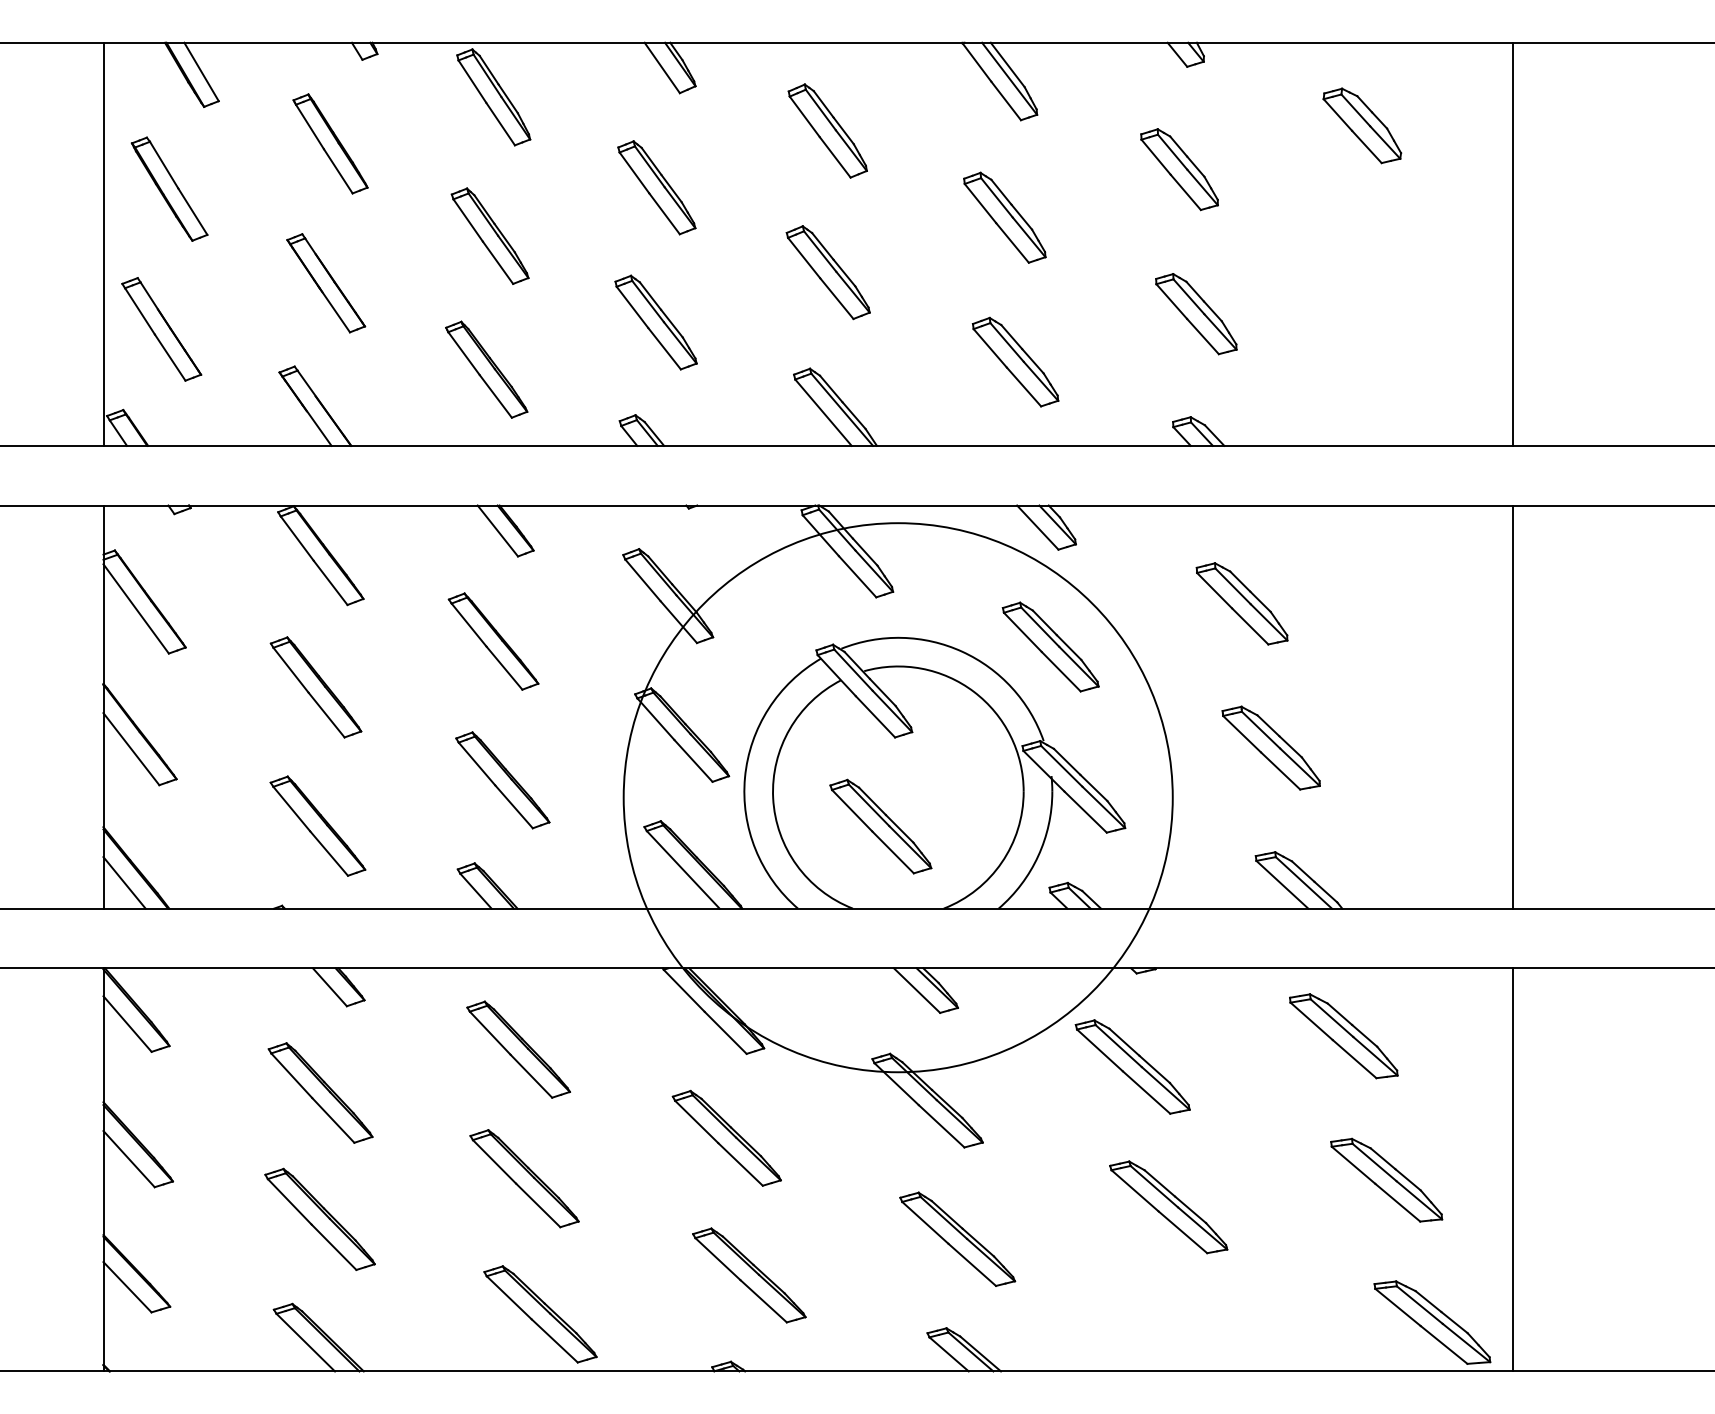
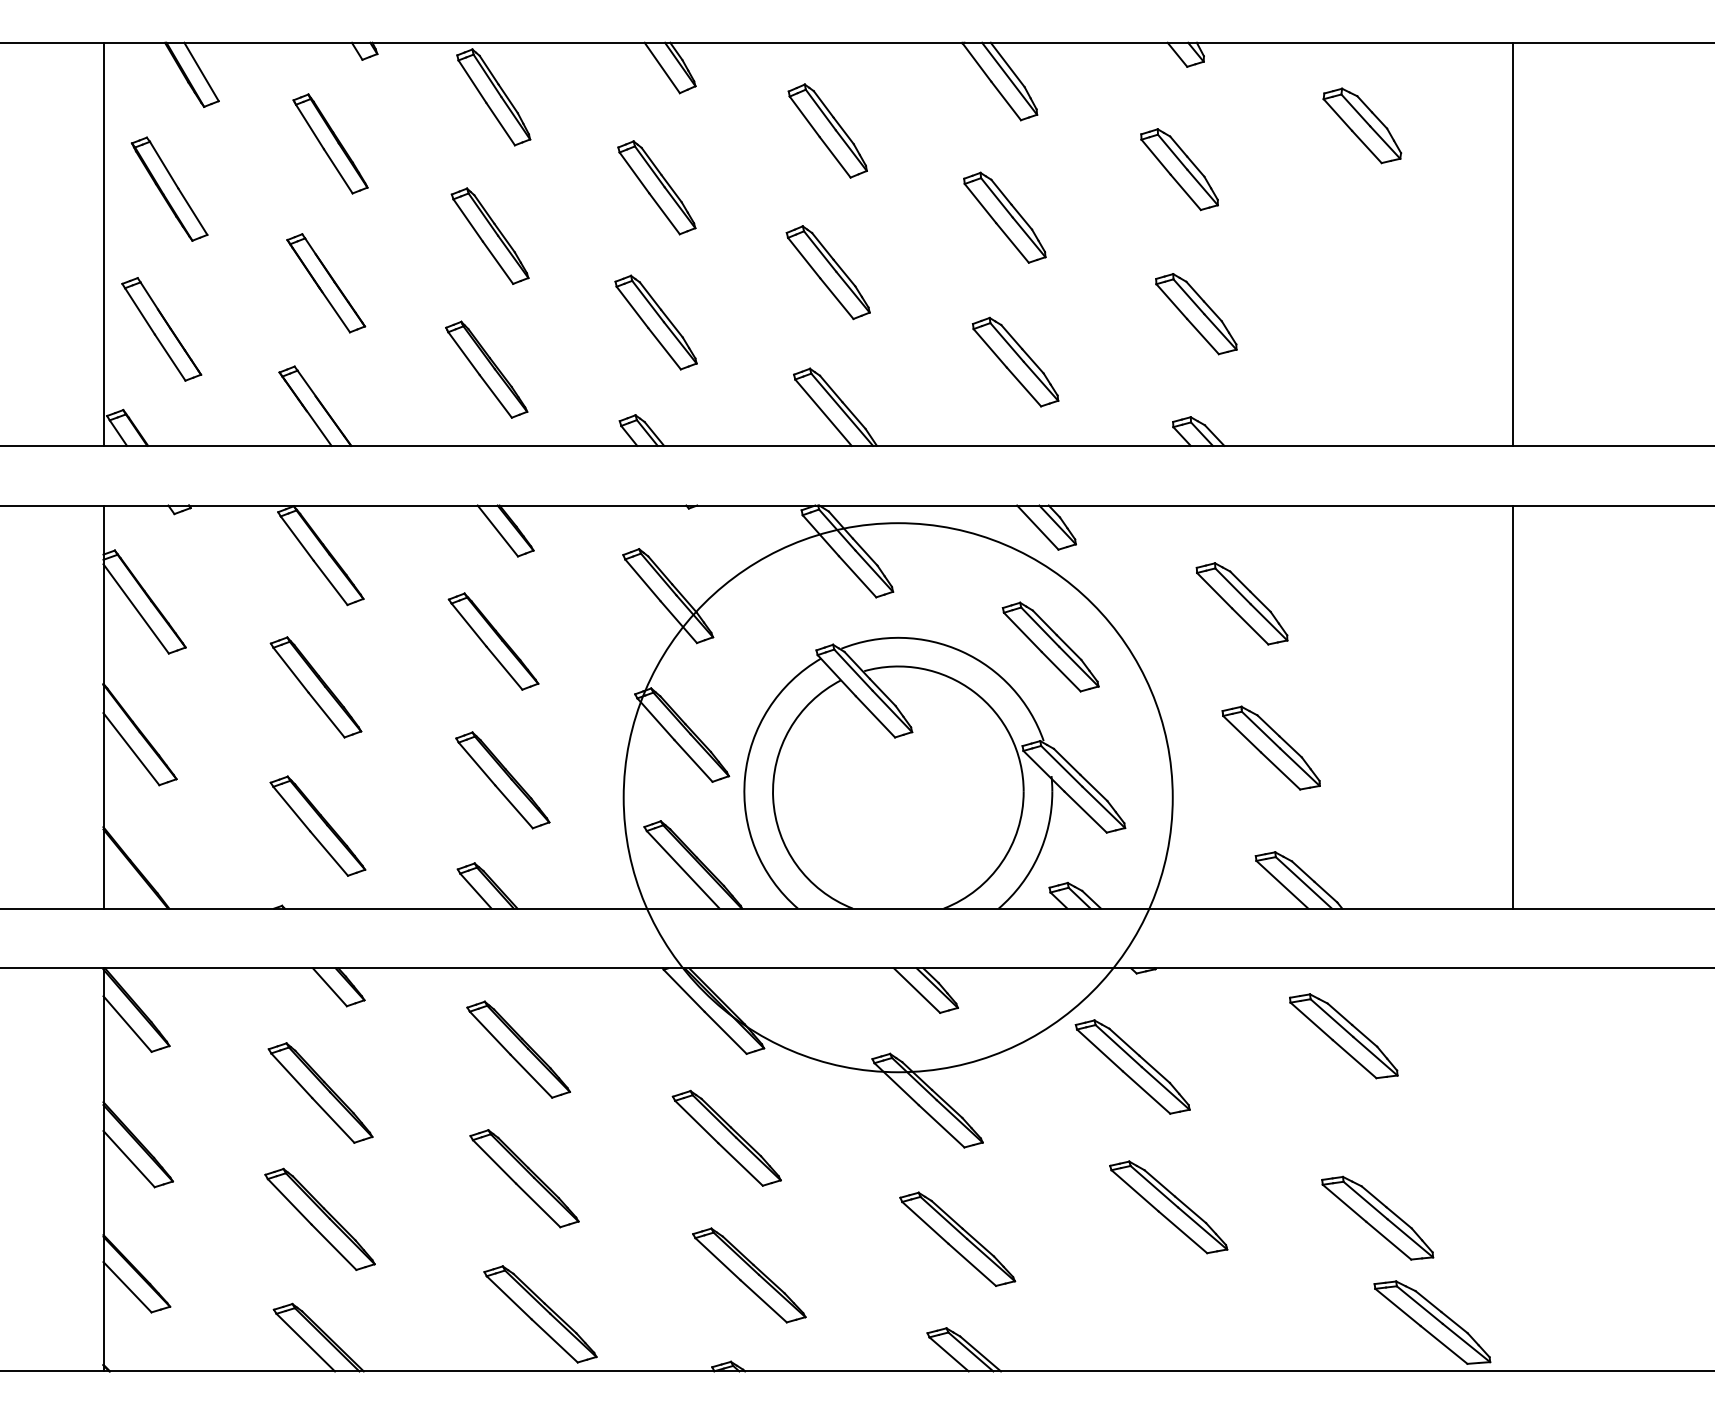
part at (880, 826): present -> none
line at (124, 882): present -> none
line at (1513, 1169): present -> none
part at (1386, 1179) position: (1386, 1179) -> (1377, 1217)
